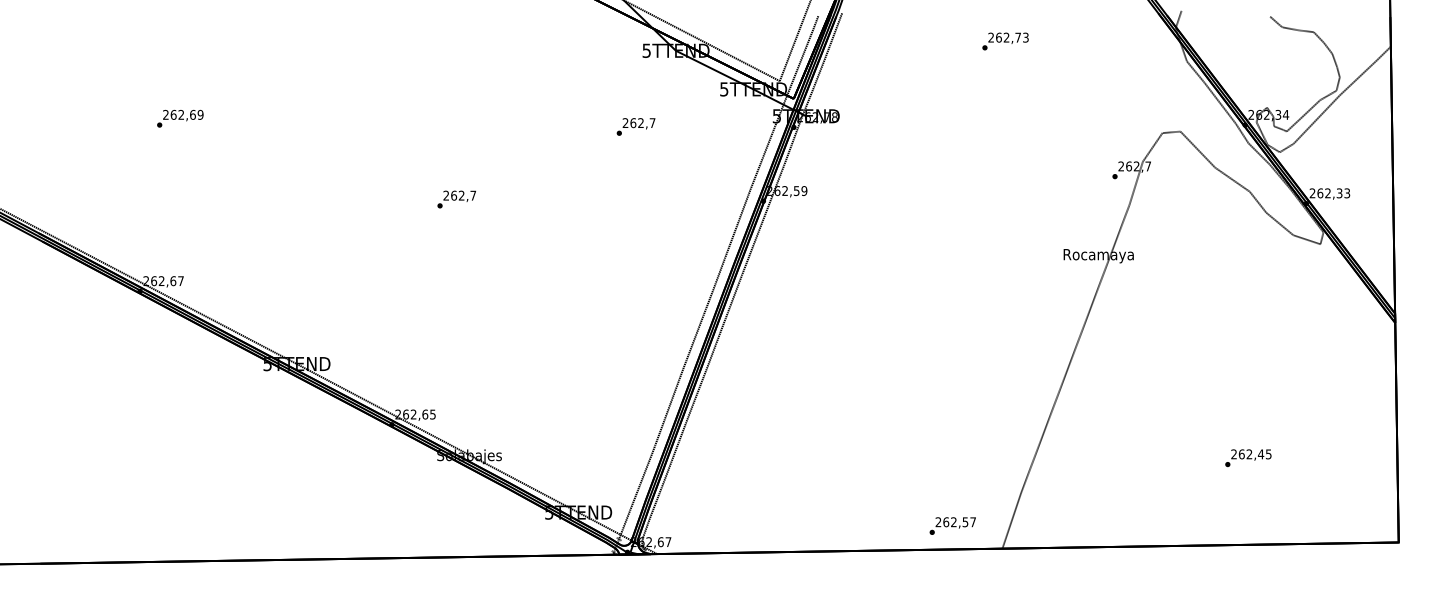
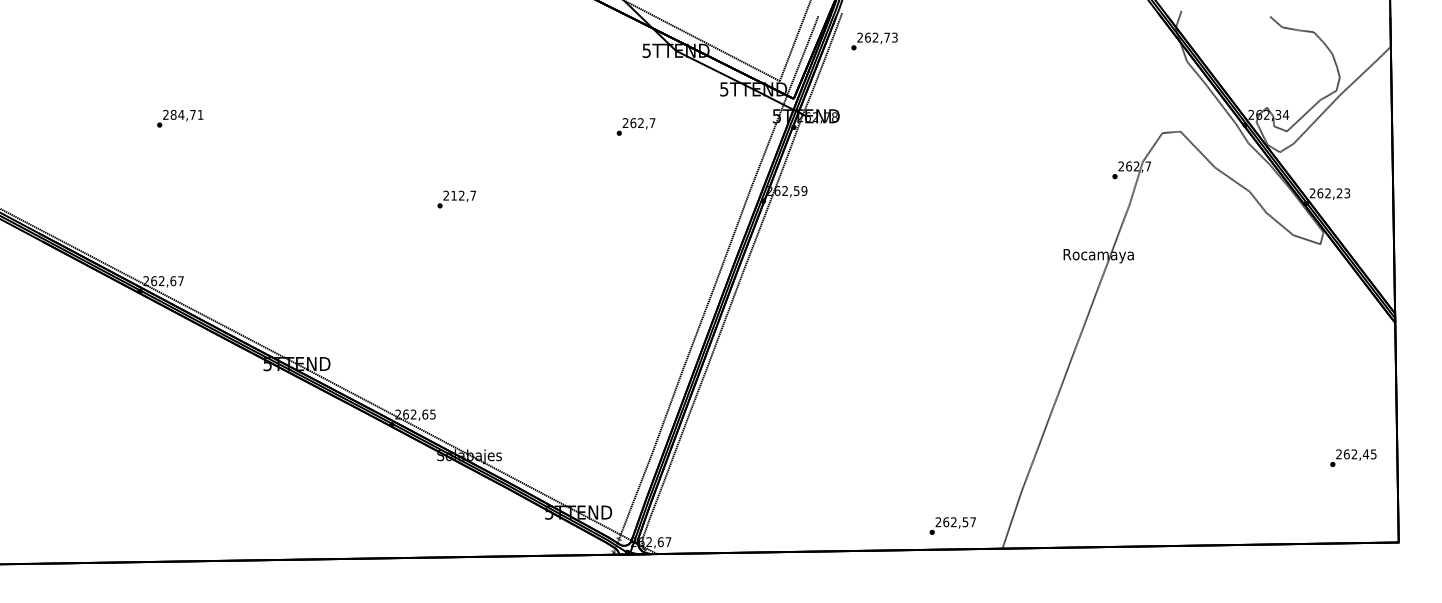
text at (1005, 41) position: (1005, 41) -> (874, 41)
text at (186, 114): 262,69 -> 284,71
text at (1339, 193): 262,33 -> 262,23
text at (454, 195): 262,7 -> 212,7
text at (1248, 458) position: (1248, 458) -> (1353, 458)
